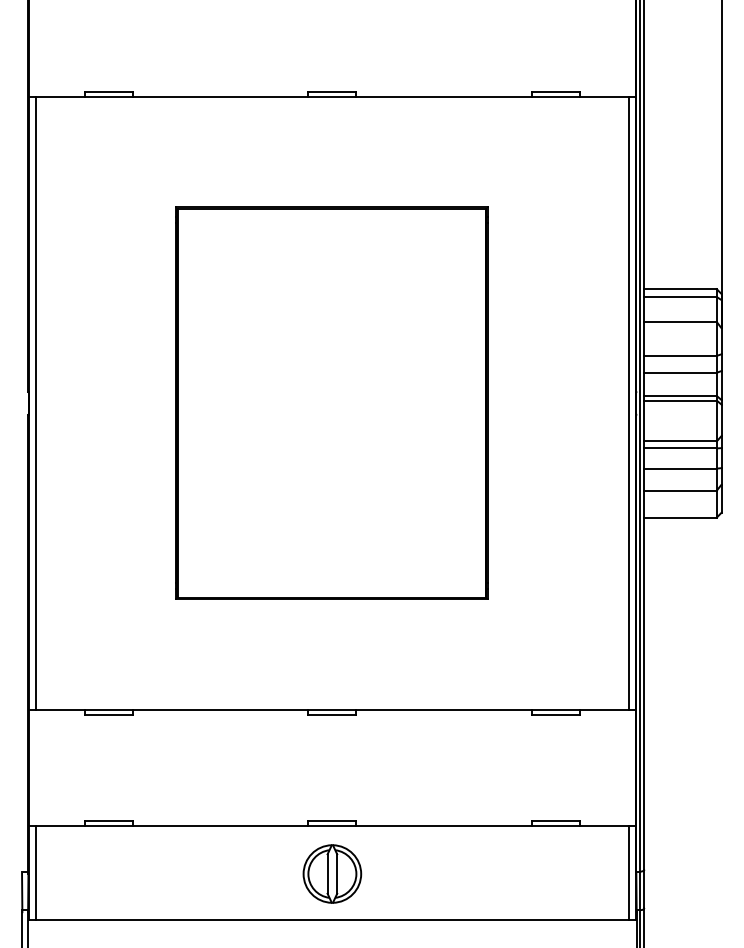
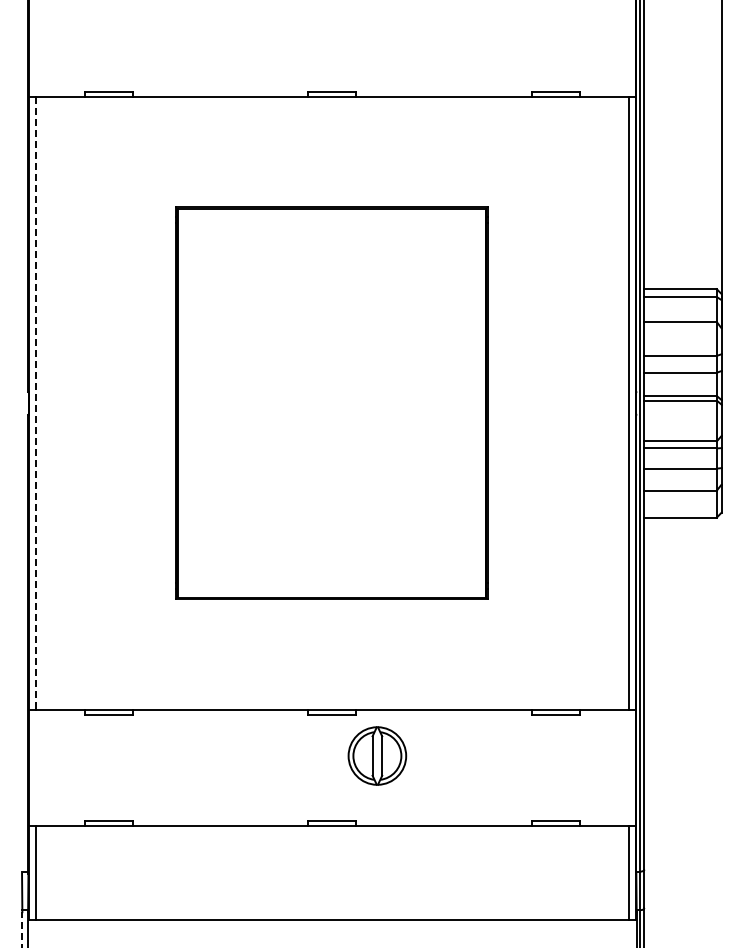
line at (36, 403): solid -> dashed
part at (332, 873) position: (332, 873) -> (377, 755)
line at (22, 929): solid -> dashed
